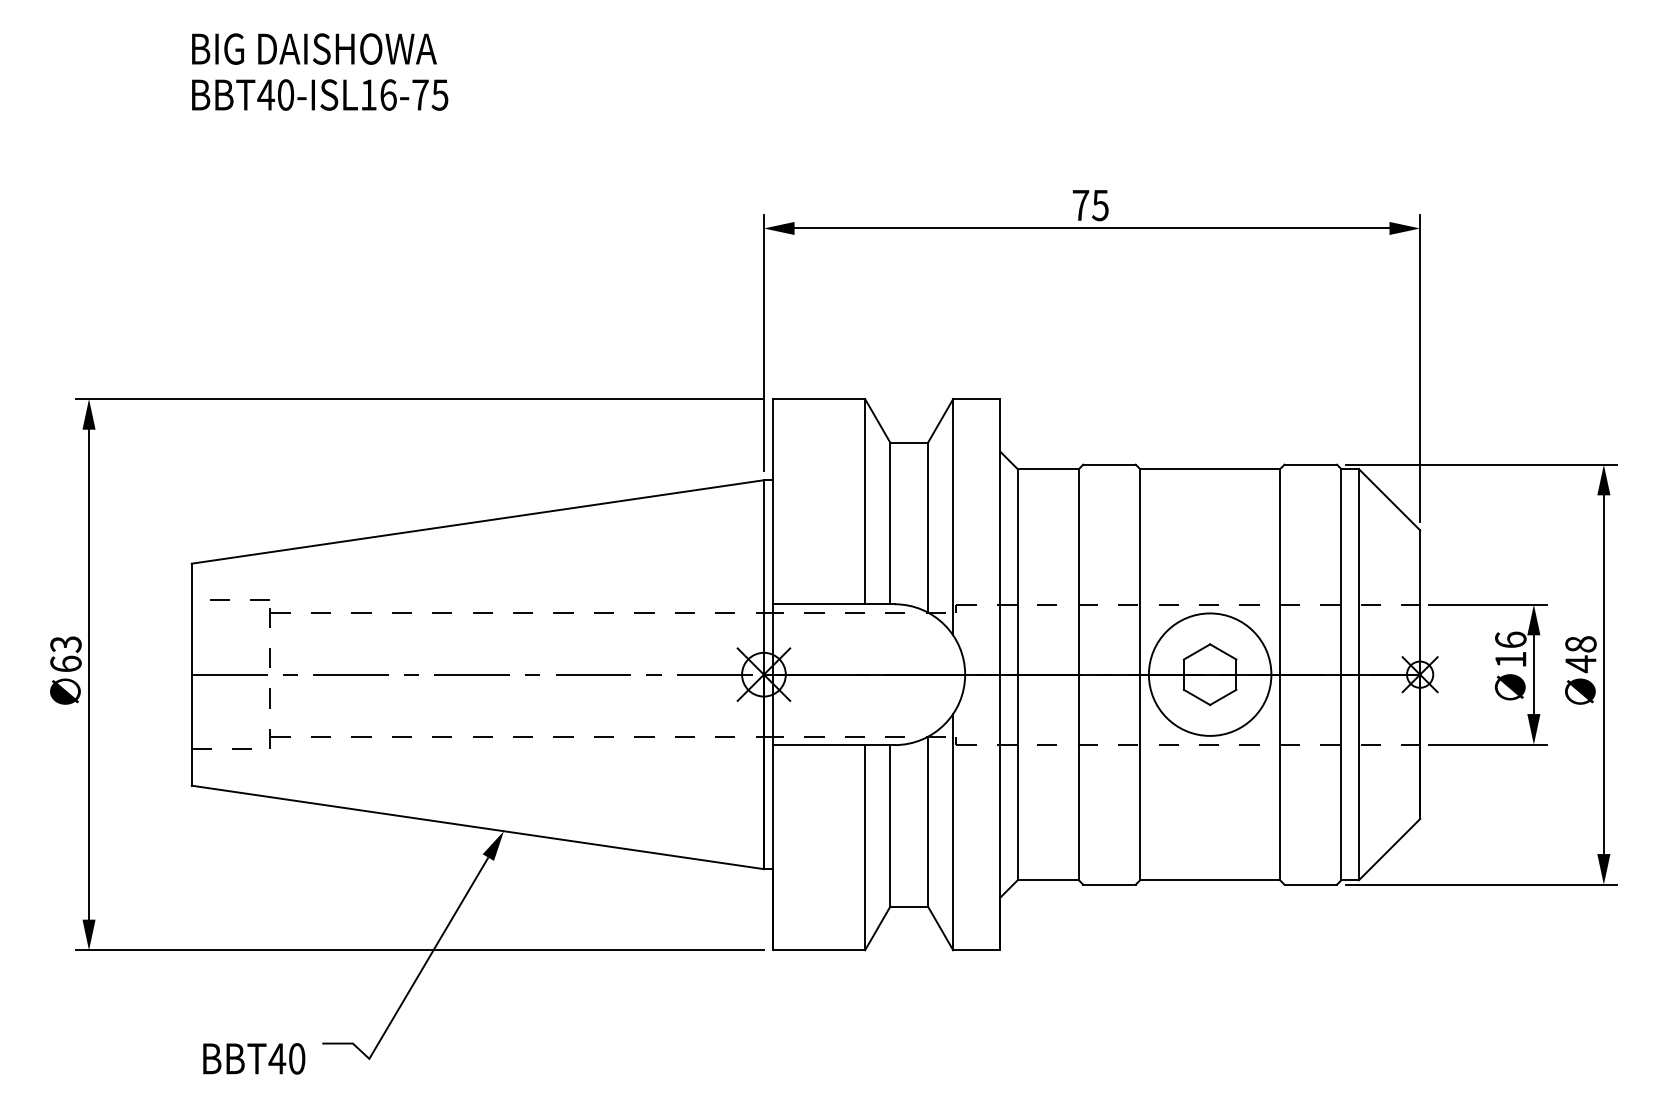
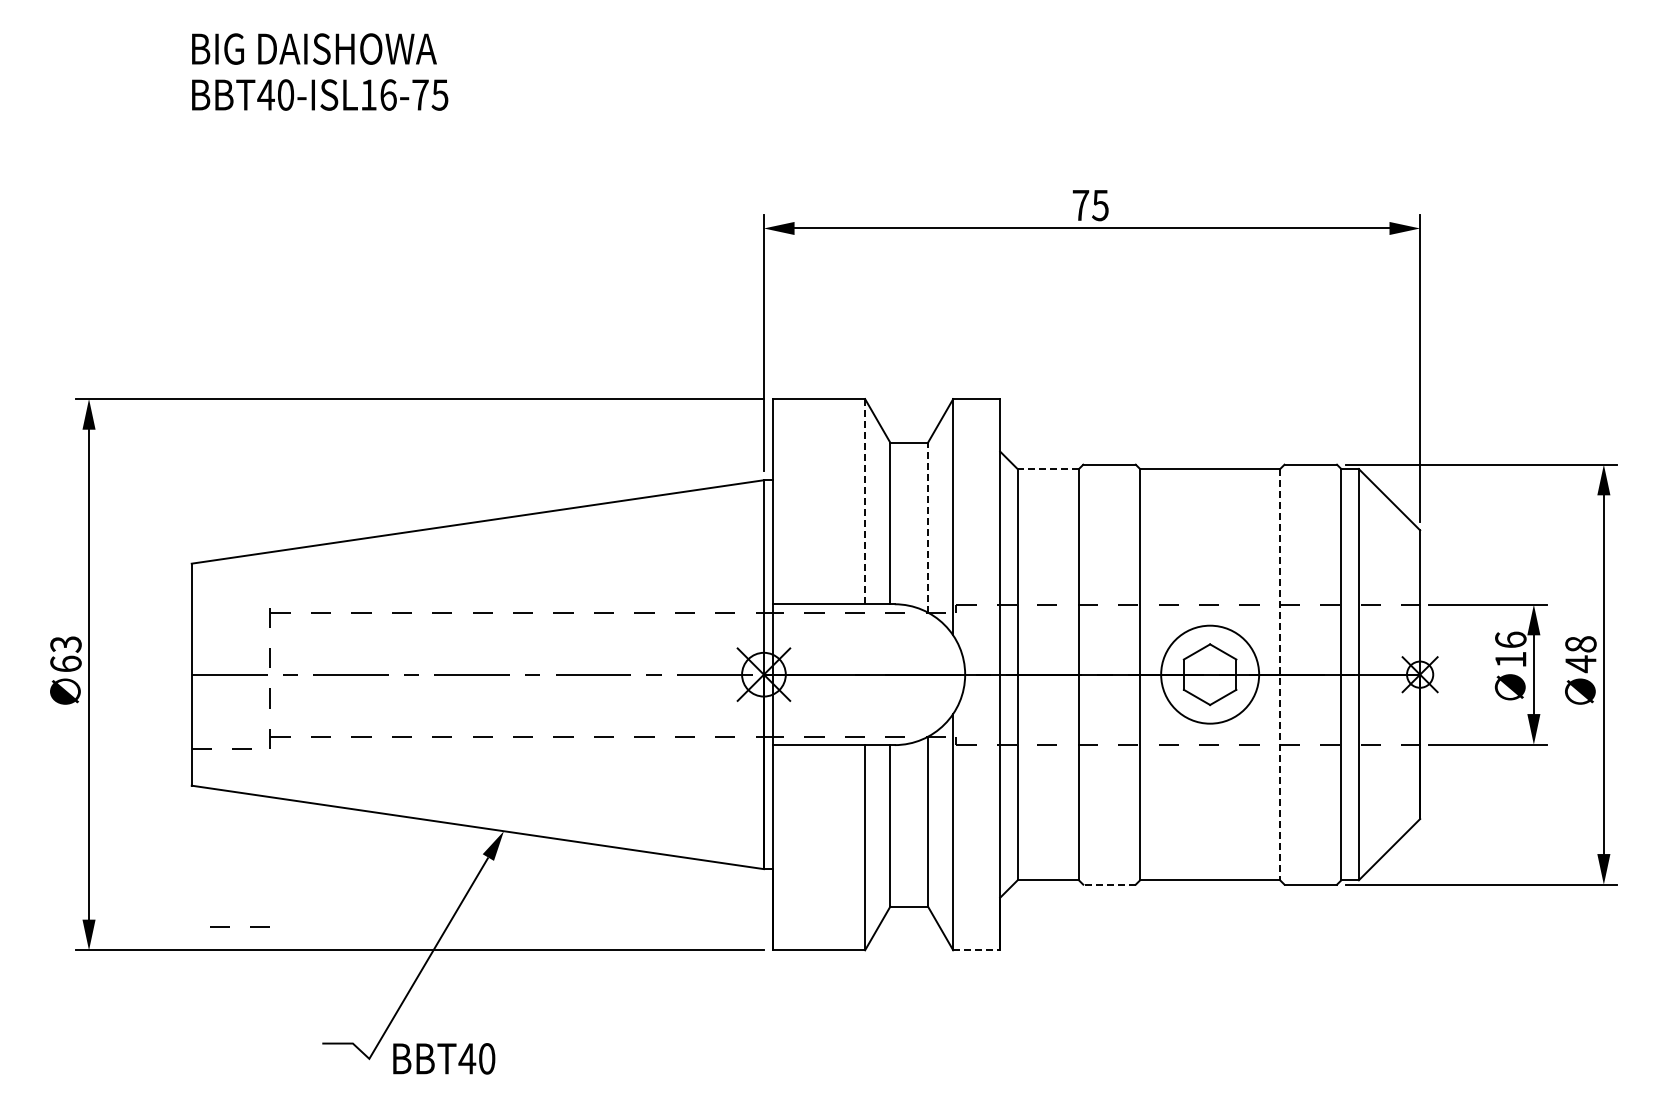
line at (1048, 469): solid -> dashed
line at (865, 501): solid -> dashed
line at (927, 527): solid -> dashed
line at (229, 599) position: (229, 599) -> (229, 926)
circle at (1209, 674) diameter: 122 px -> 98 px
line at (1280, 674): solid -> dashed
line at (1109, 884): solid -> dashed
line at (977, 950): solid -> dashed
text at (254, 1058) position: (254, 1058) -> (444, 1058)
